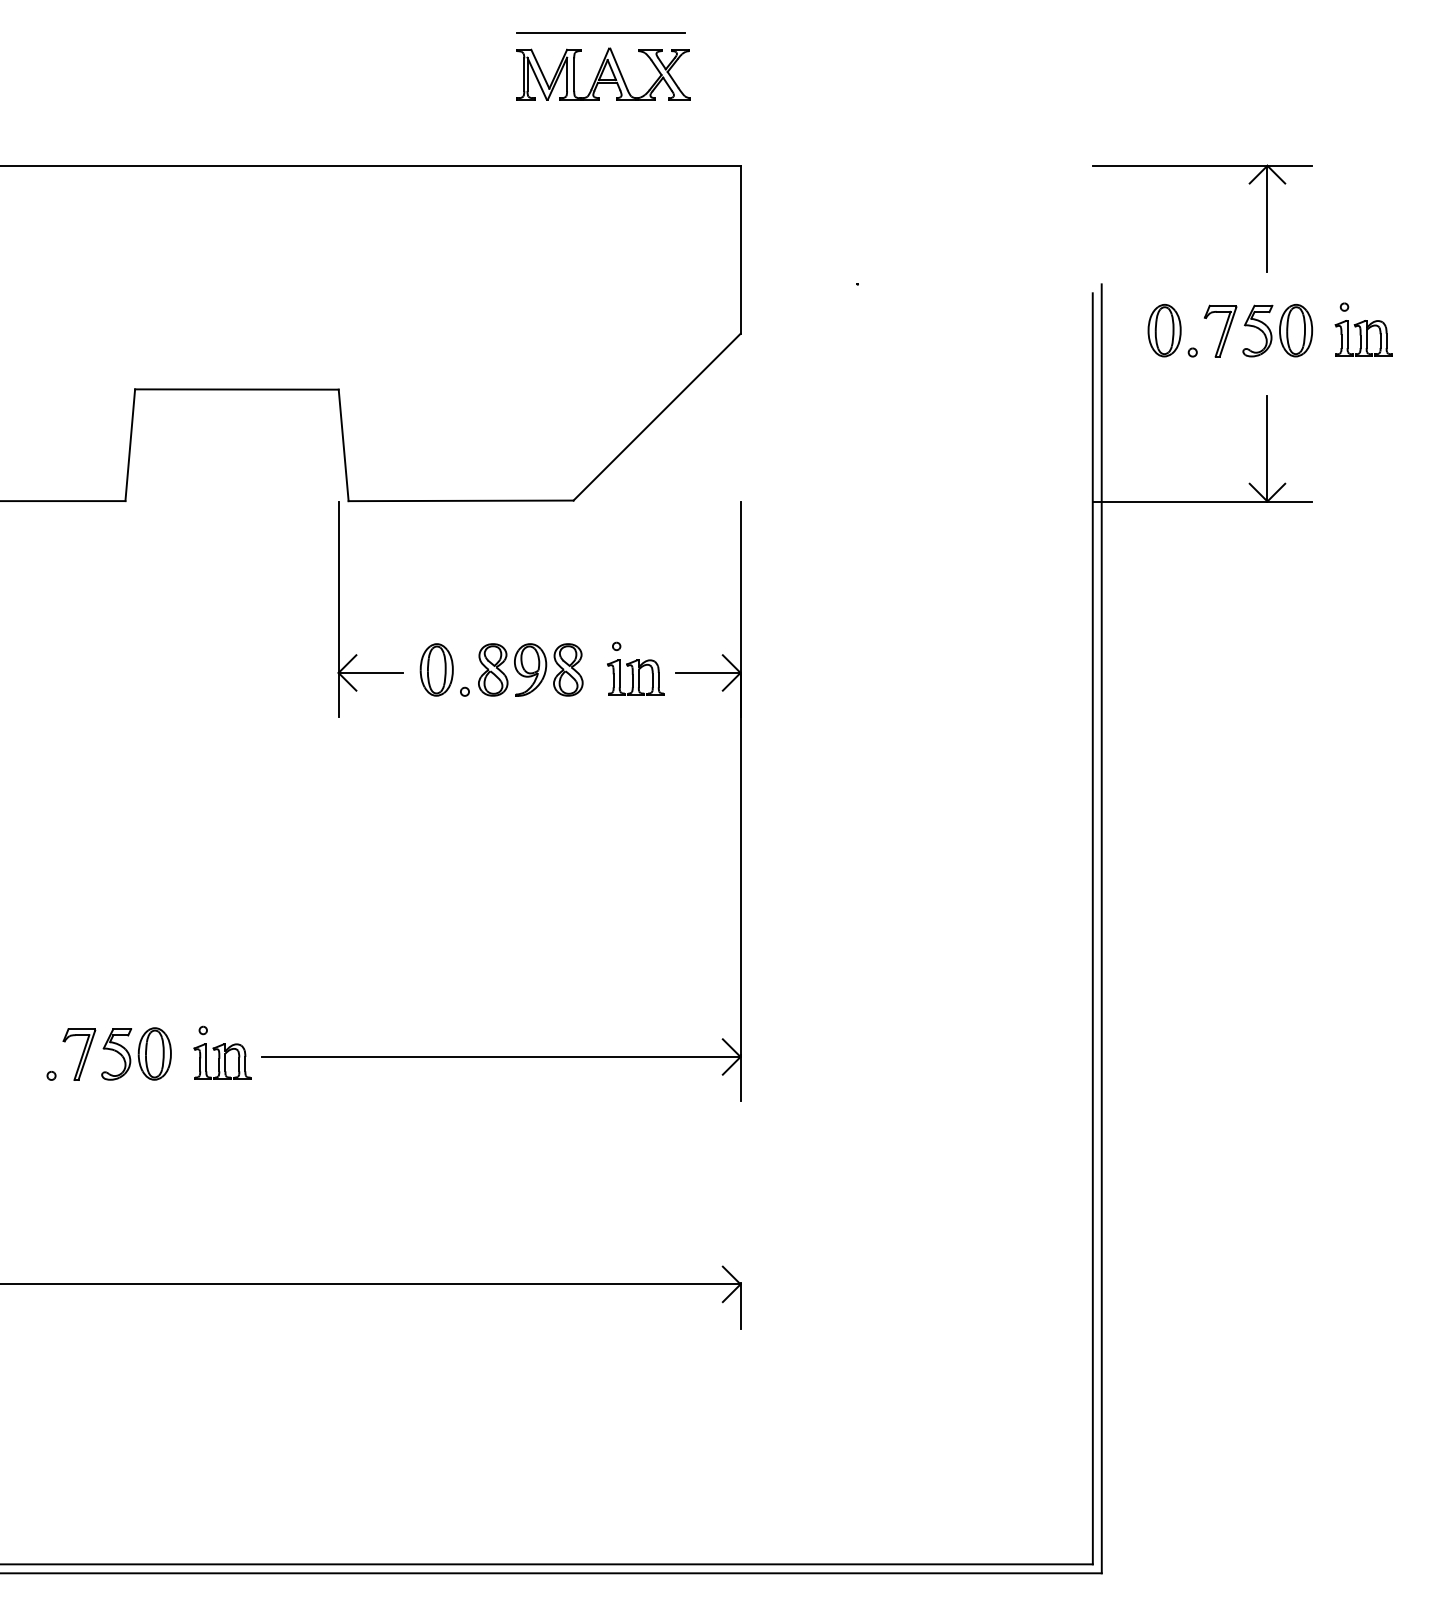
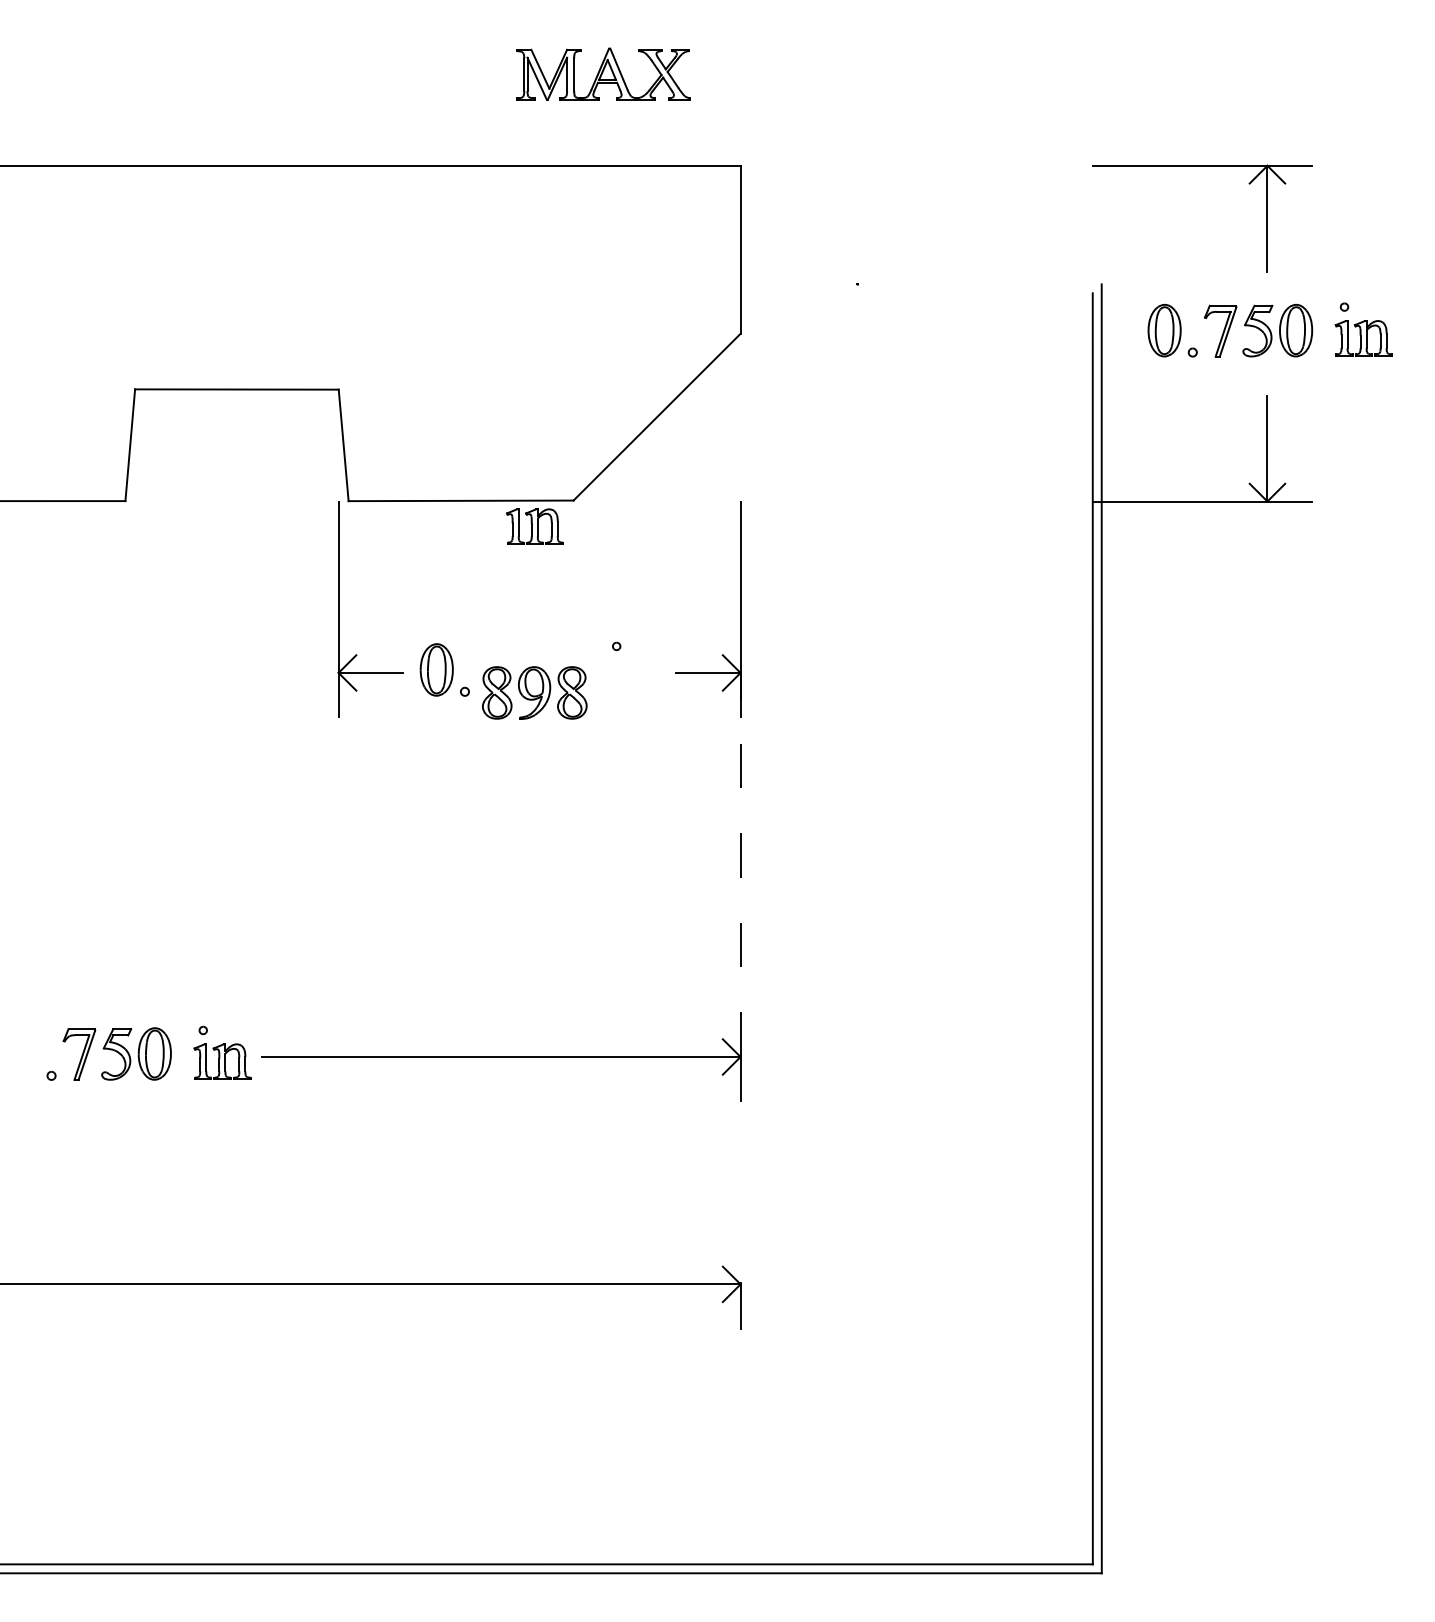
line at (600, 33): present -> none
part at (530, 669) position: (530, 669) -> (534, 692)
part at (635, 677) position: (635, 677) -> (534, 526)
line at (740, 864): solid -> dashed
